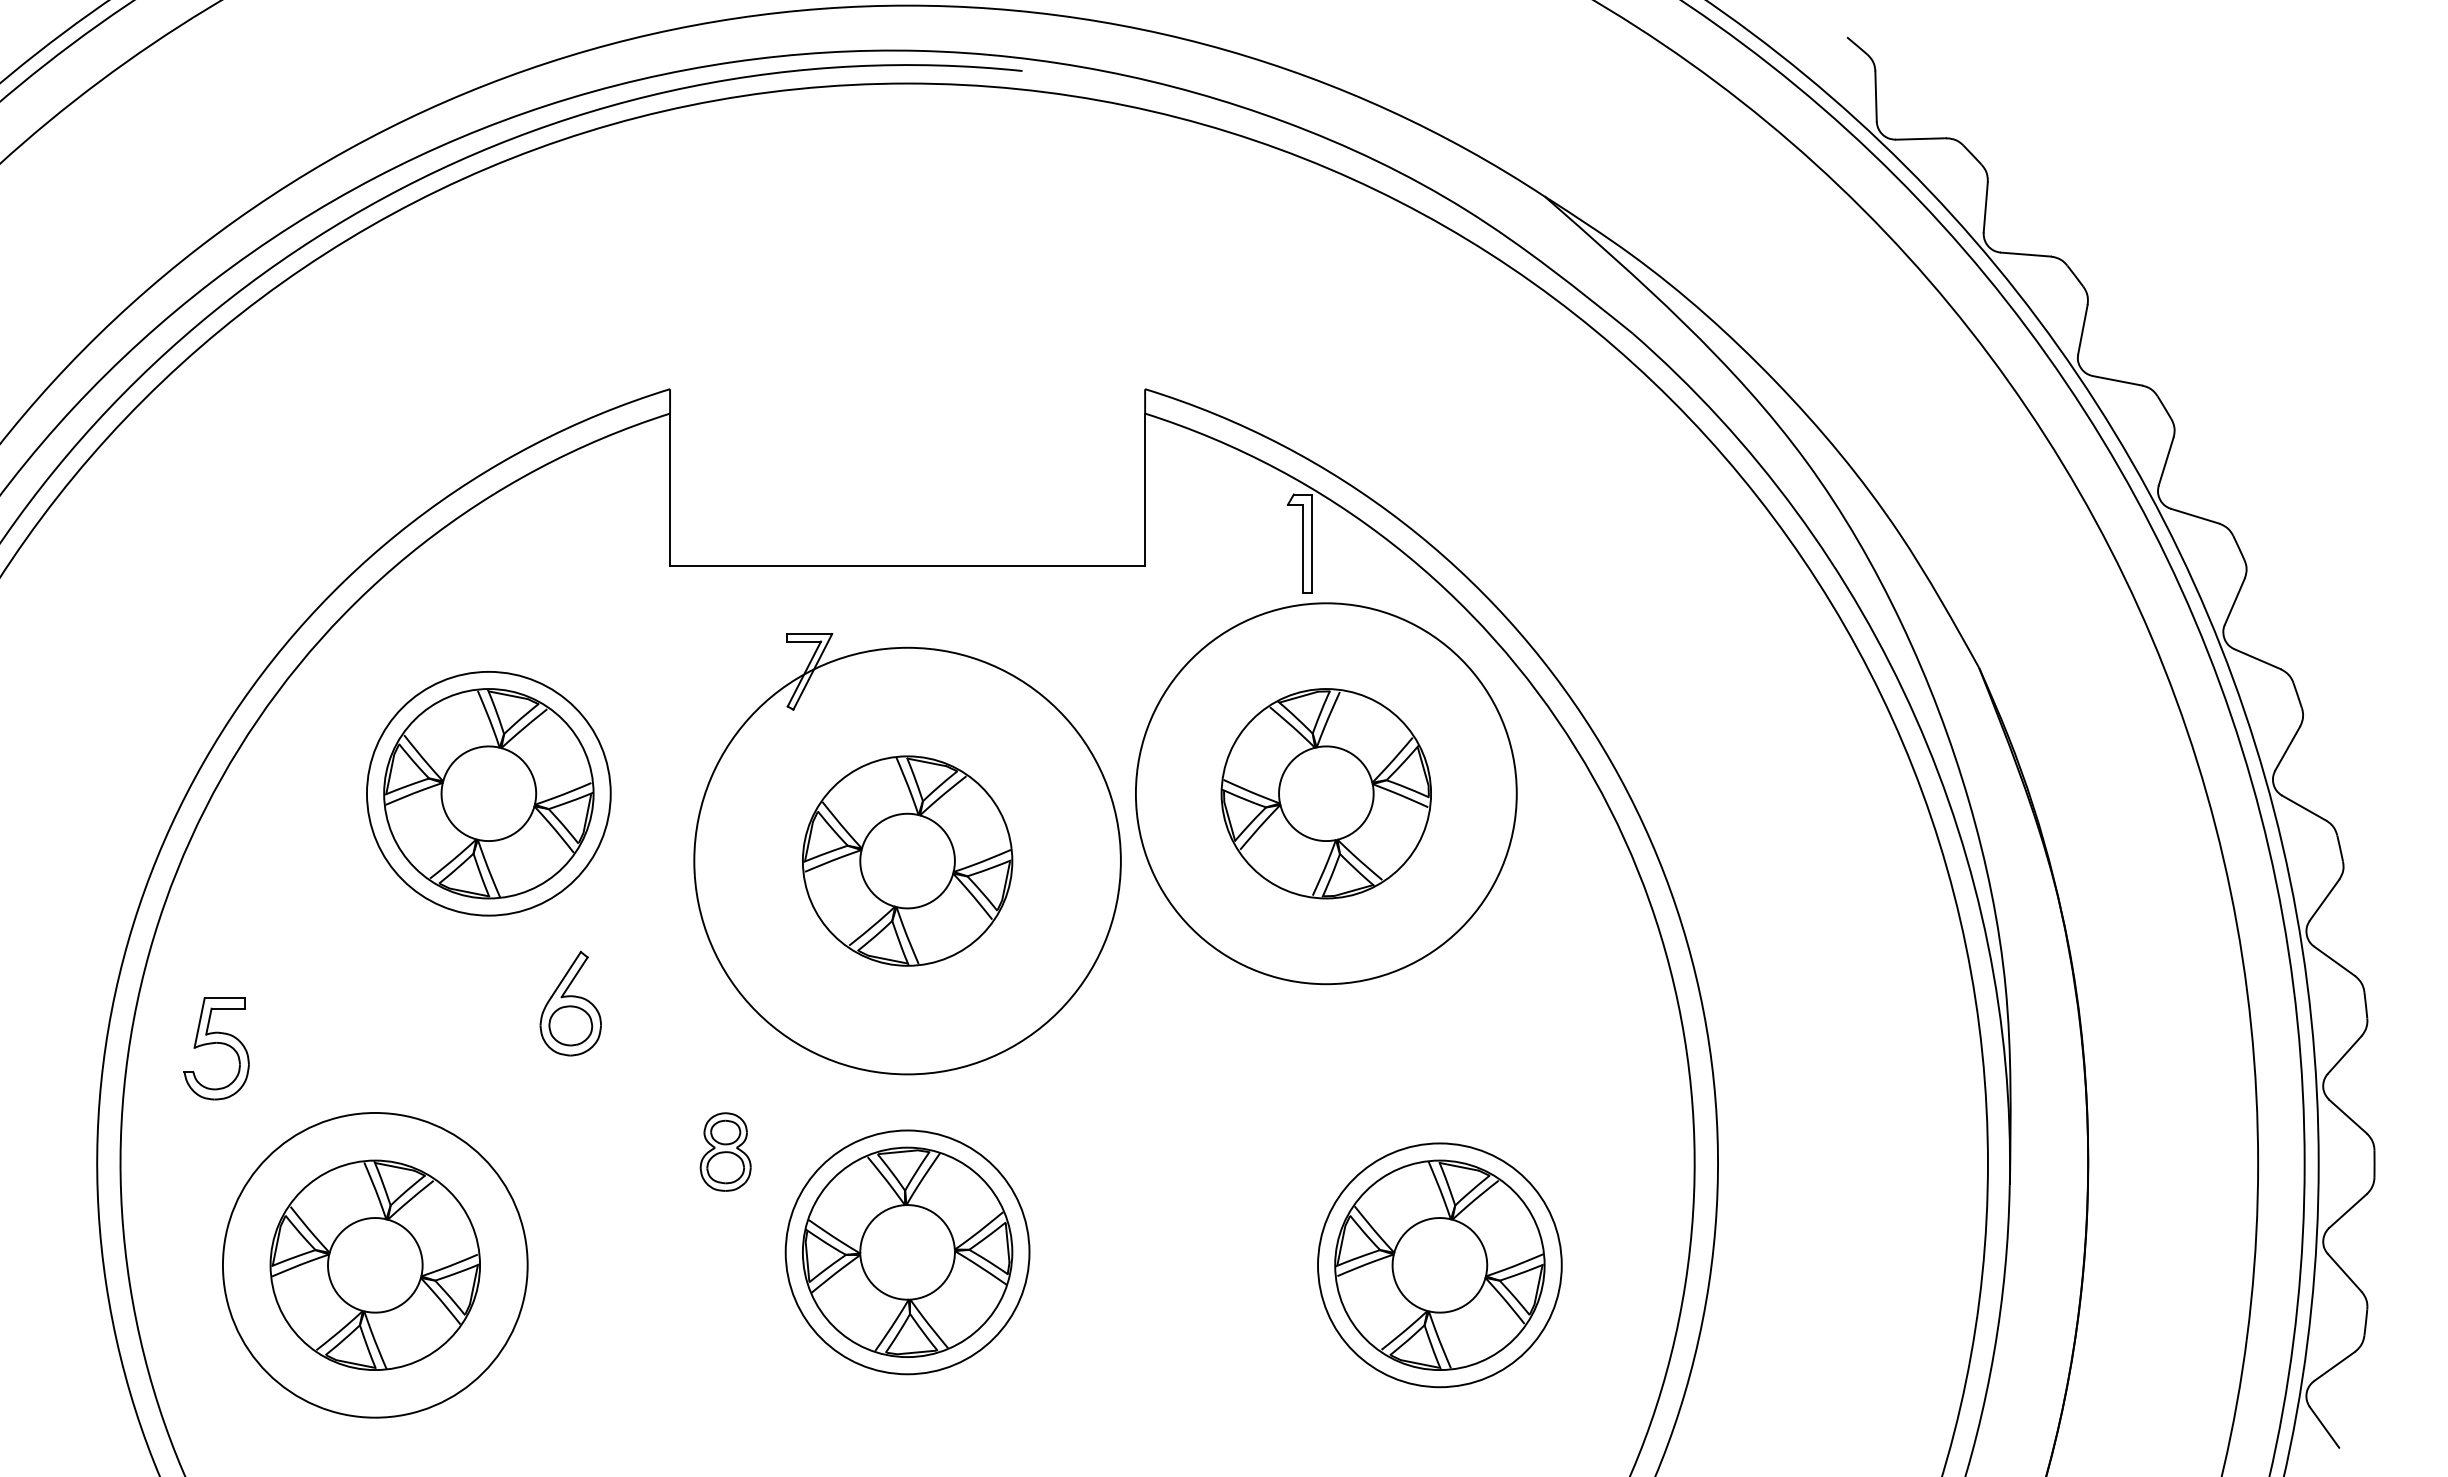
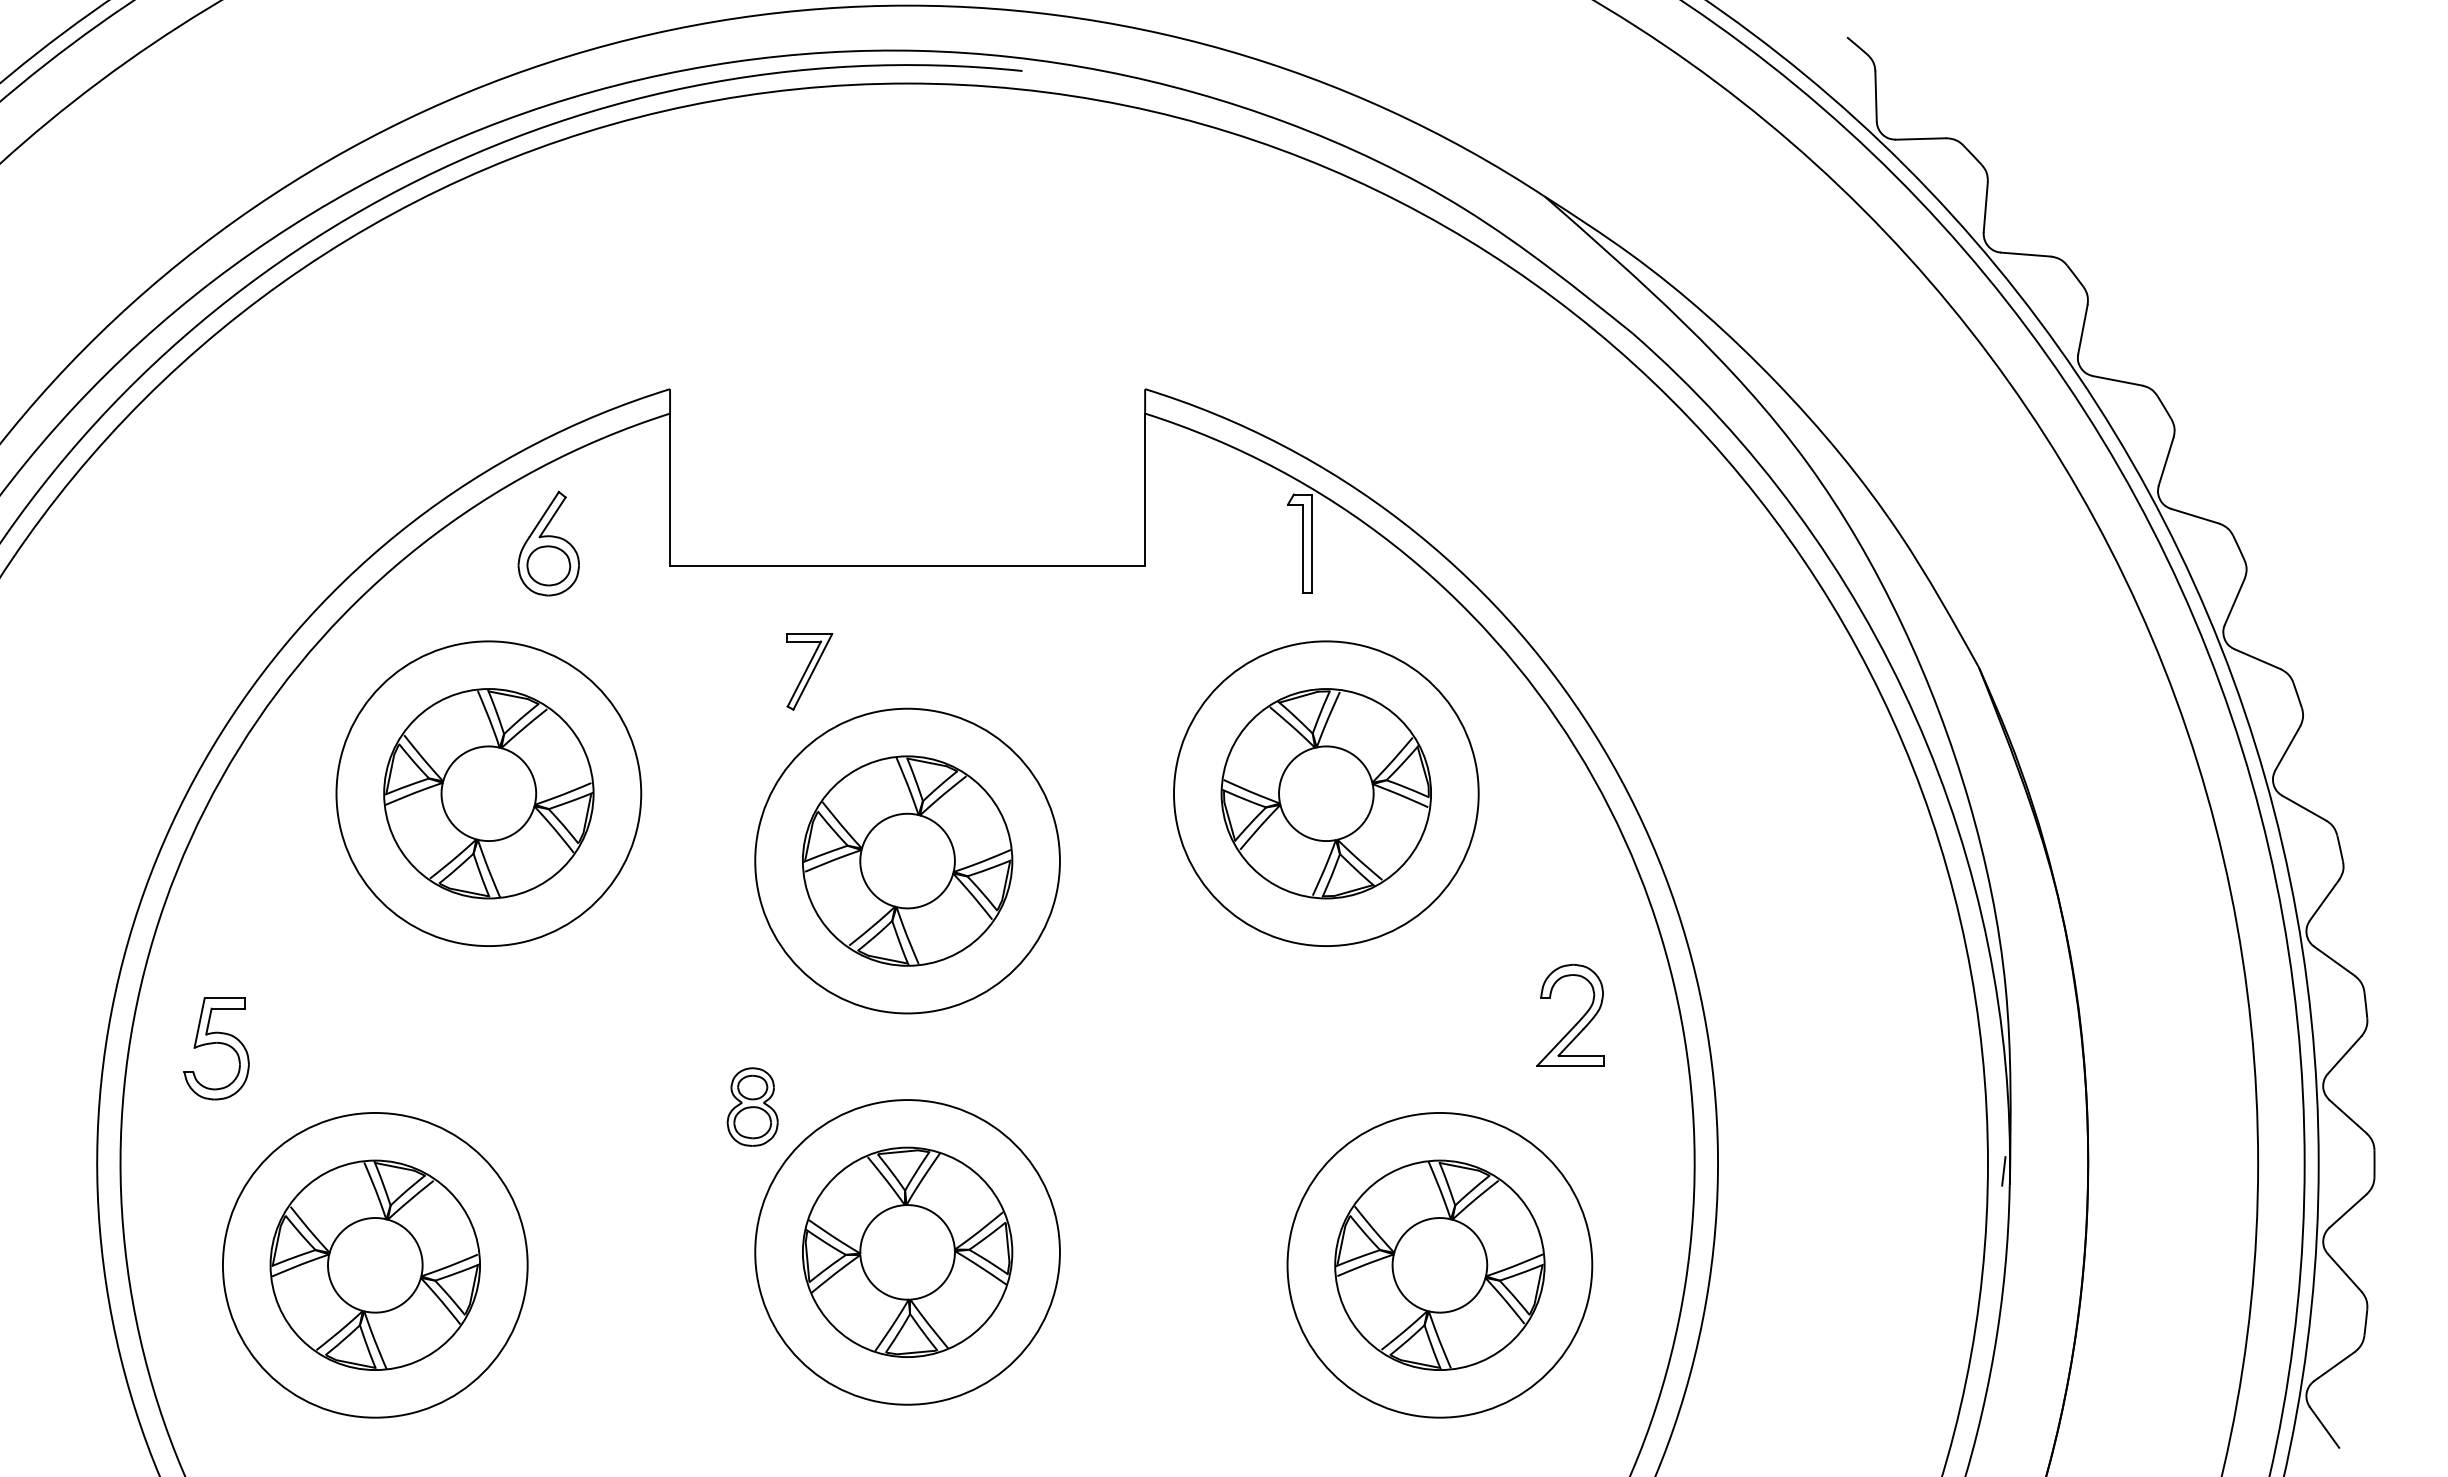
circle at (488, 793) diameter: 244 px -> 305 px
circle at (1325, 793) diameter: 381 px -> 305 px
circle at (907, 860) diameter: 427 px -> 305 px
part at (570, 1003) position: (570, 1003) -> (548, 543)
part at (1577, 1021): none -> present
part at (725, 1151) position: (725, 1151) -> (752, 1106)
line at (2003, 1171): none -> present
circle at (907, 1252) diameter: 244 px -> 305 px
circle at (1439, 1265) diameter: 244 px -> 305 px
